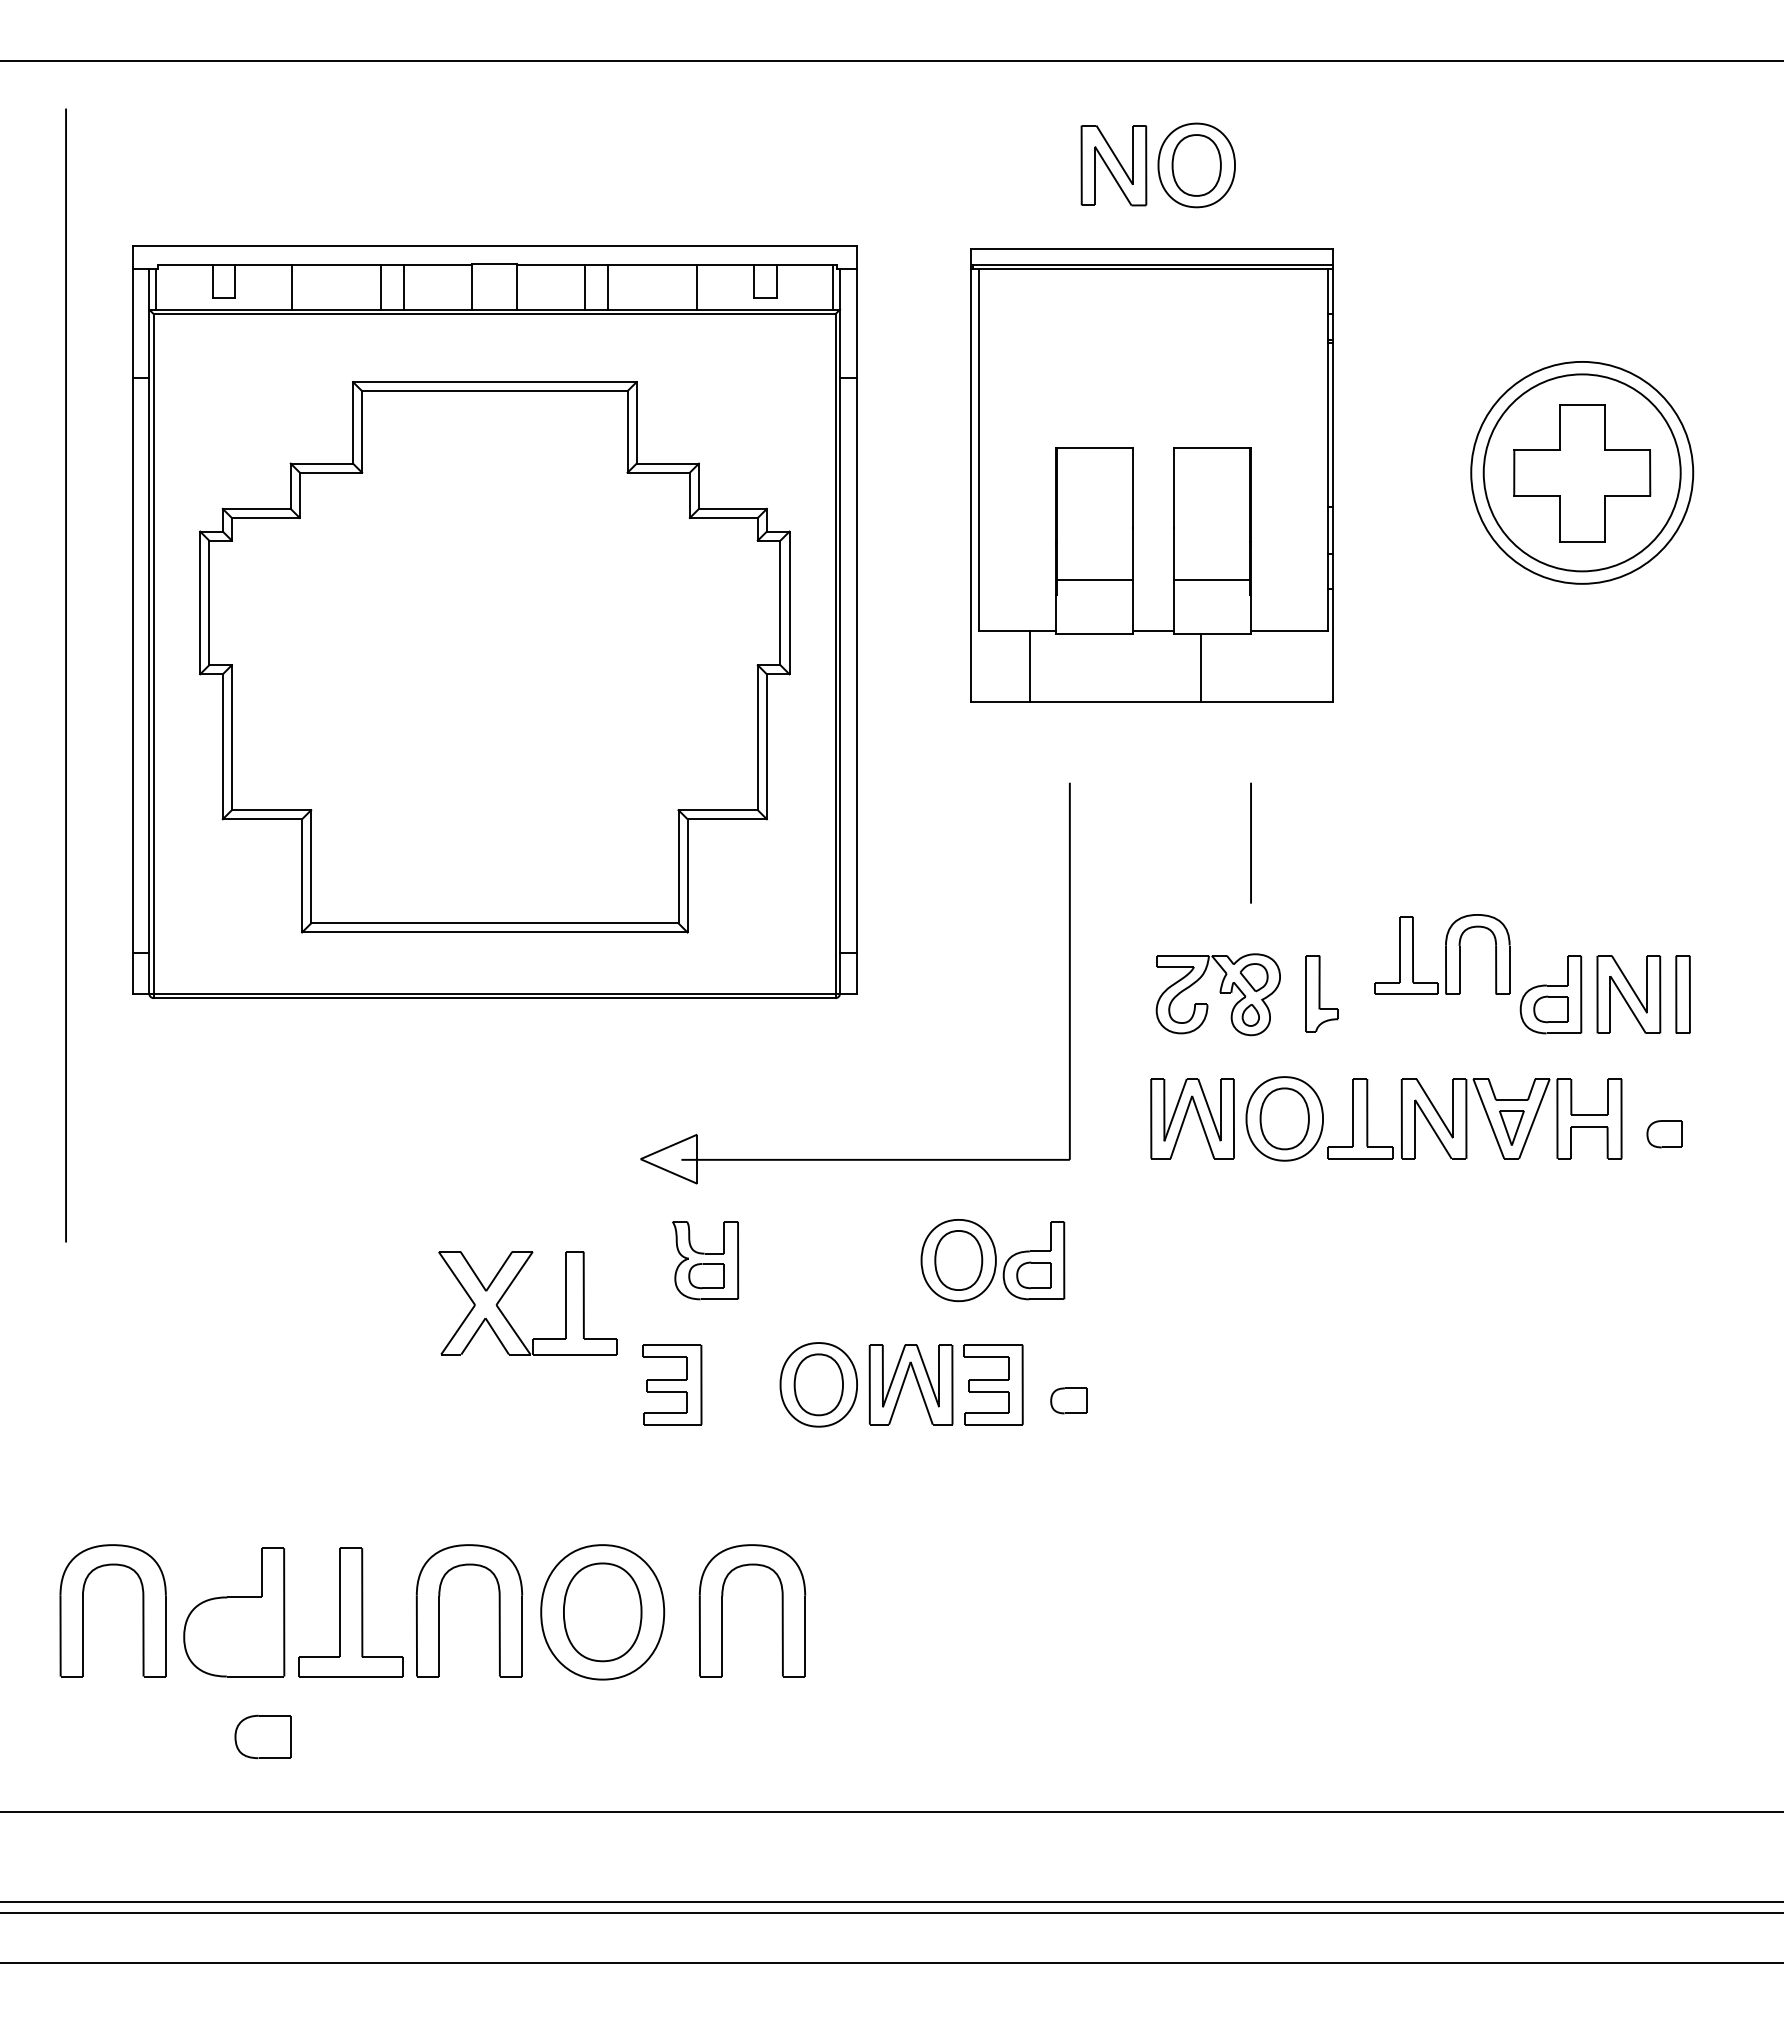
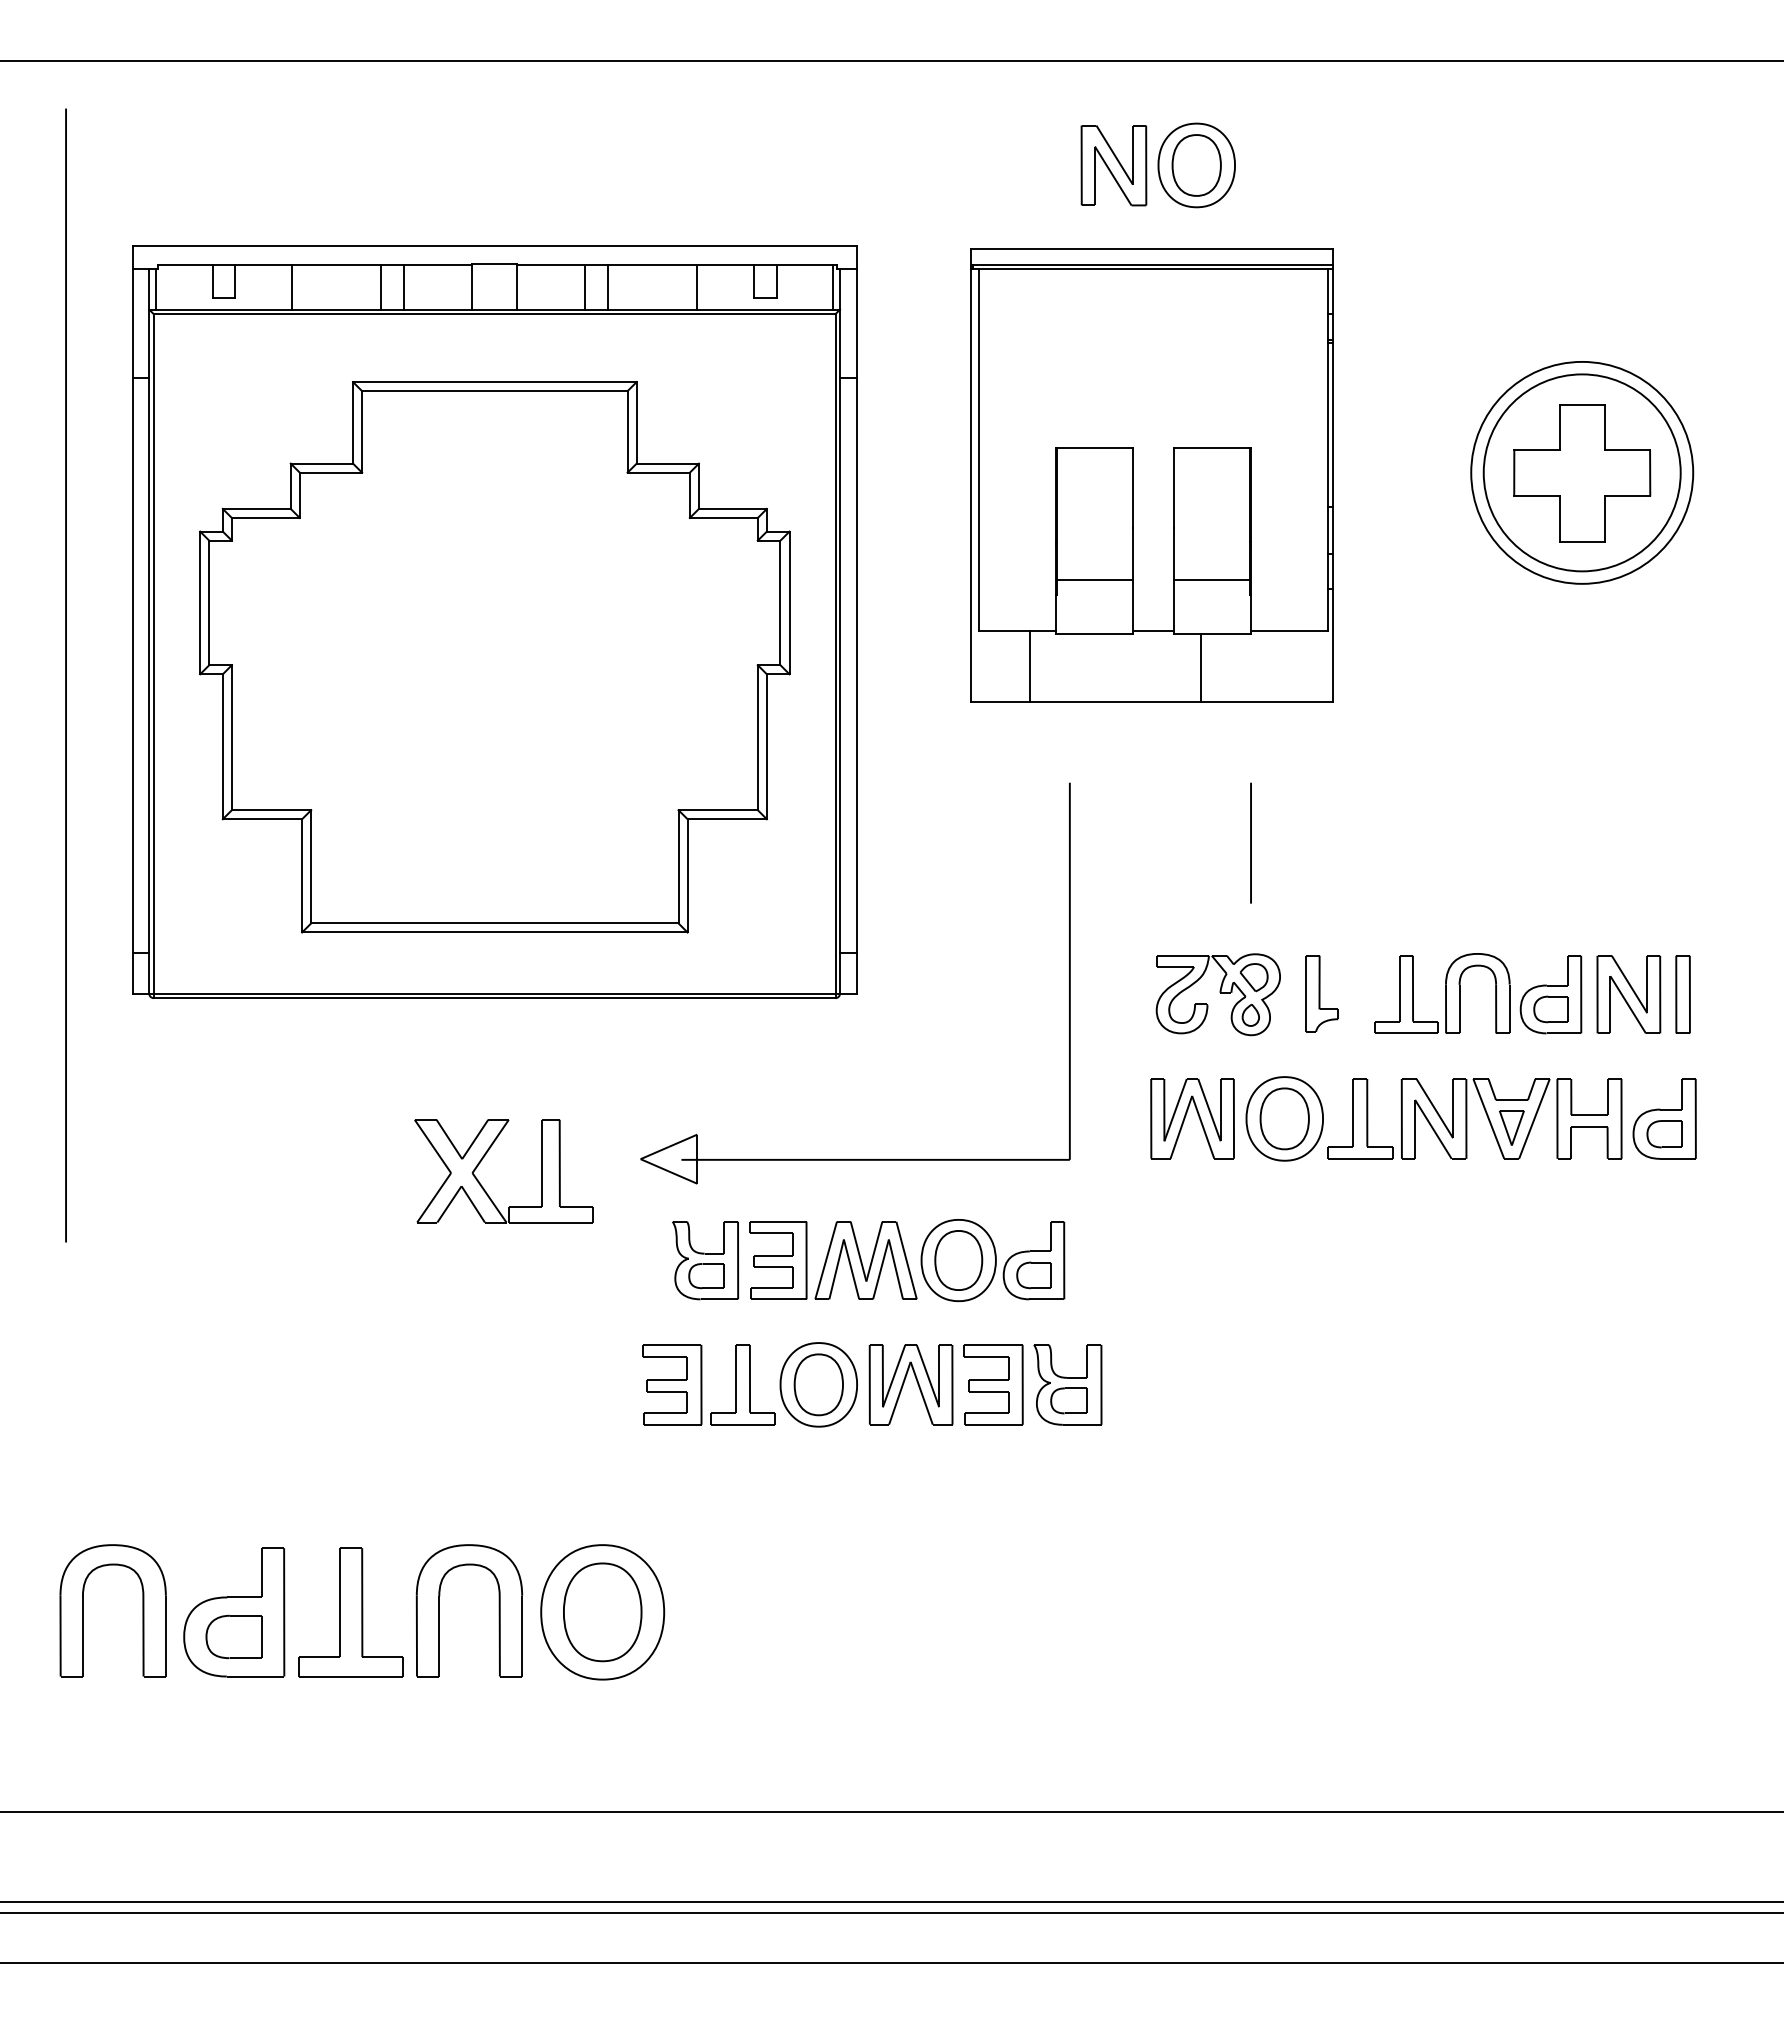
part at (1442, 954) position: (1442, 954) -> (1442, 993)
part at (1664, 1118): none -> present
part at (833, 1260): none -> present
part at (508, 1289) position: (508, 1289) -> (484, 1157)
part at (742, 1384): none -> present
part at (1067, 1384): none -> present
part at (781, 1610): present -> none
part at (262, 1736) position: (262, 1736) -> (233, 1636)
